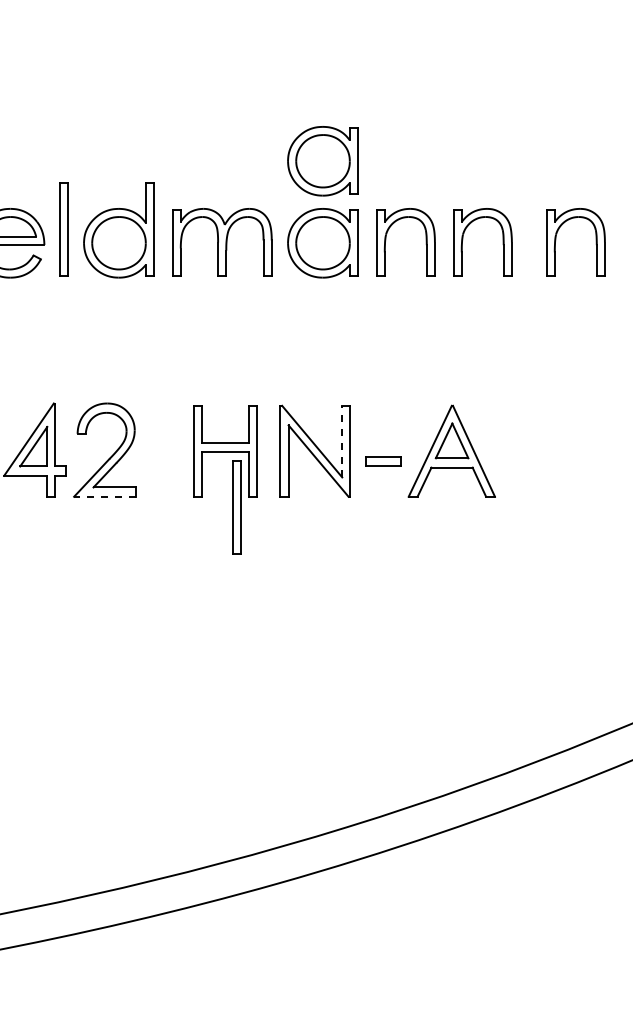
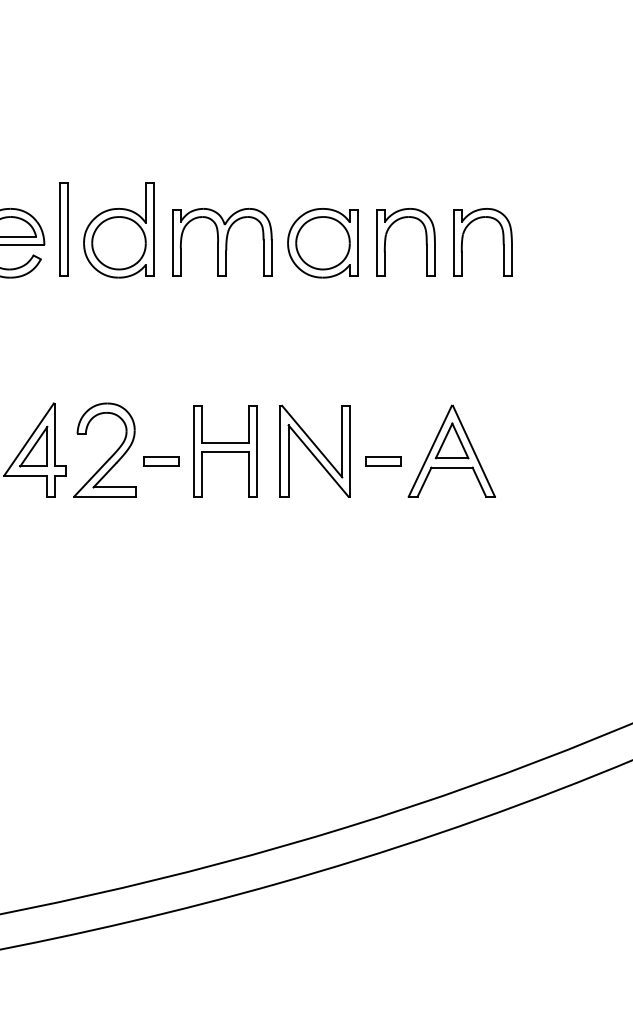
part at (322, 161): present -> none
part at (556, 240): present -> none
line at (342, 441): dashed -> solid
part at (161, 461): none -> present
line at (105, 496): dashed -> solid
part at (236, 507): present -> none
